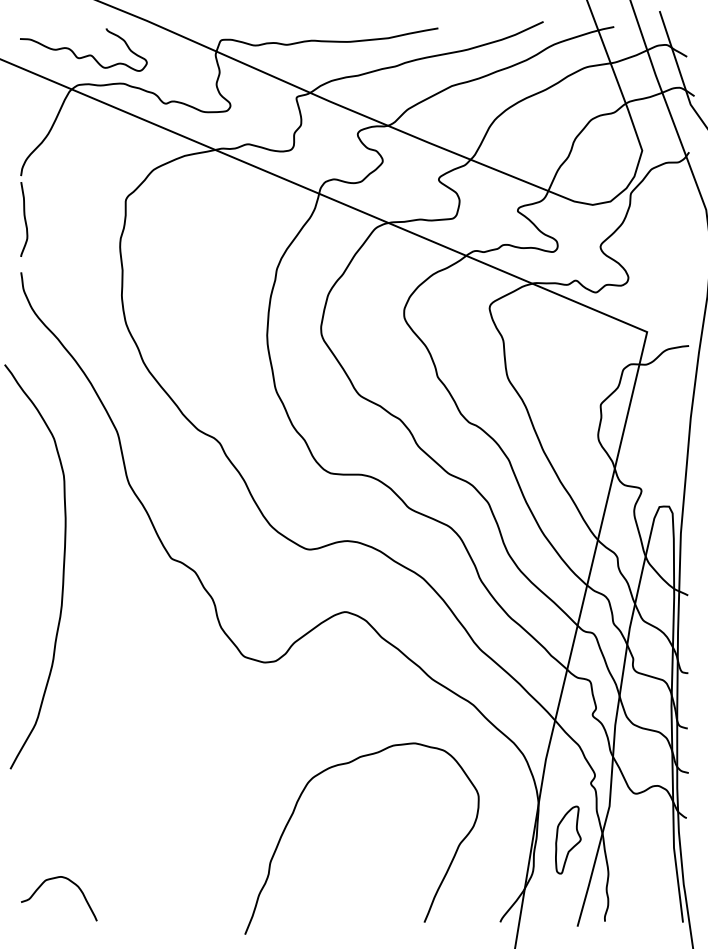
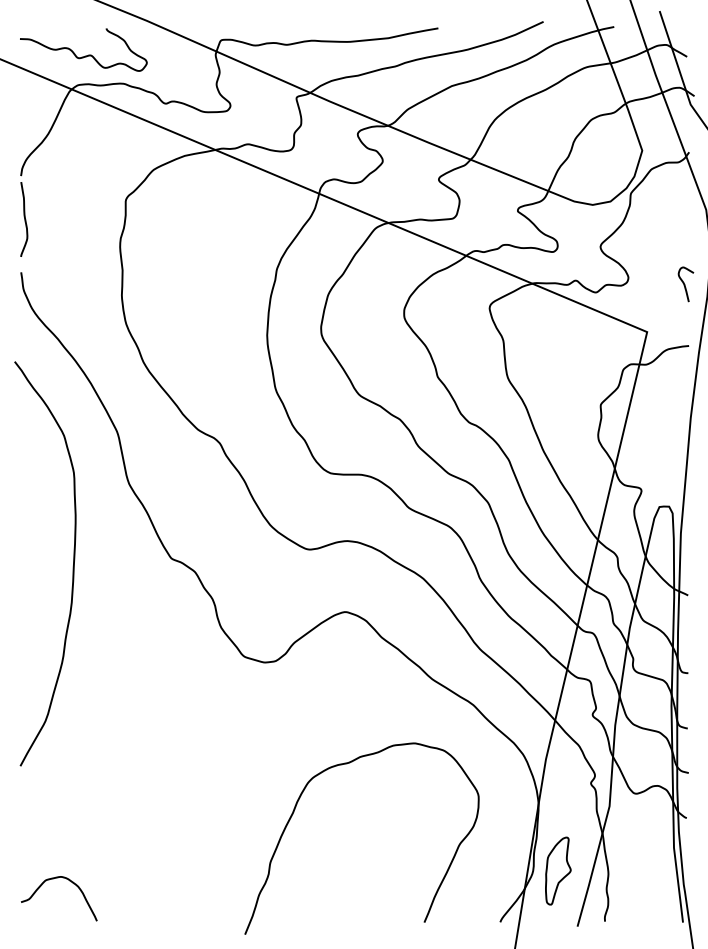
curve at (685, 284): none -> present
curve at (62, 569) position: (62, 569) -> (72, 566)
part at (568, 839) position: (568, 839) -> (558, 870)
